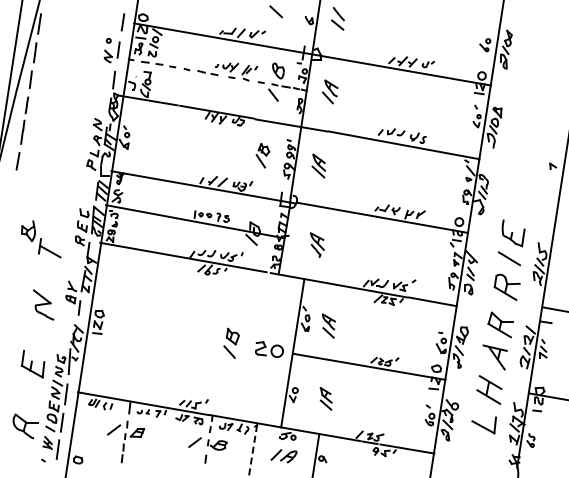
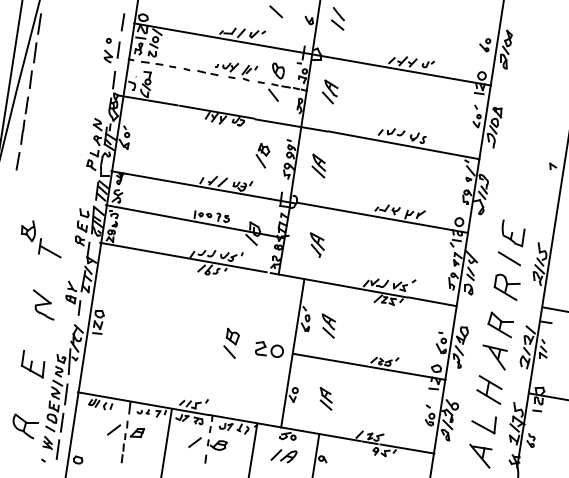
line at (166, 441): none -> present
line at (252, 451): dashed -> solid
part at (480, 455): none -> present
